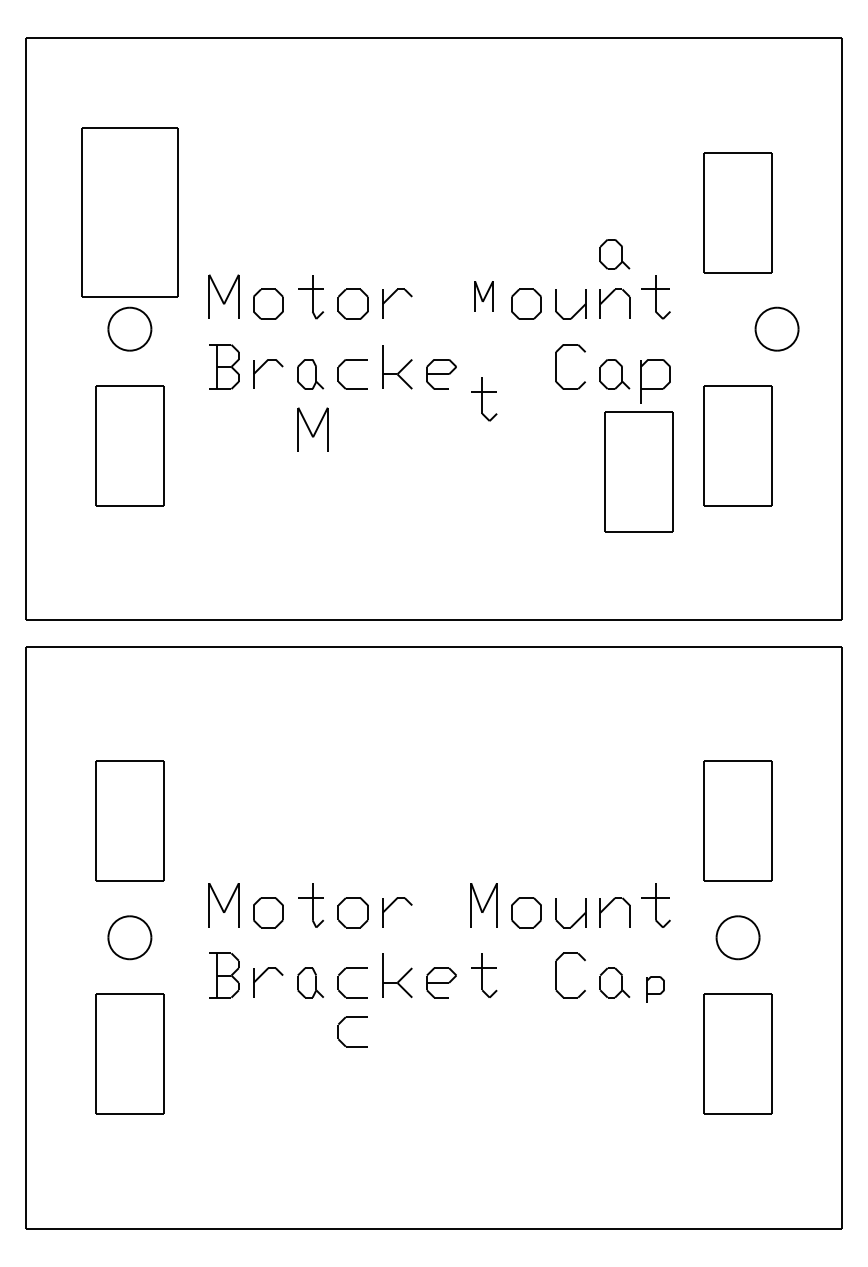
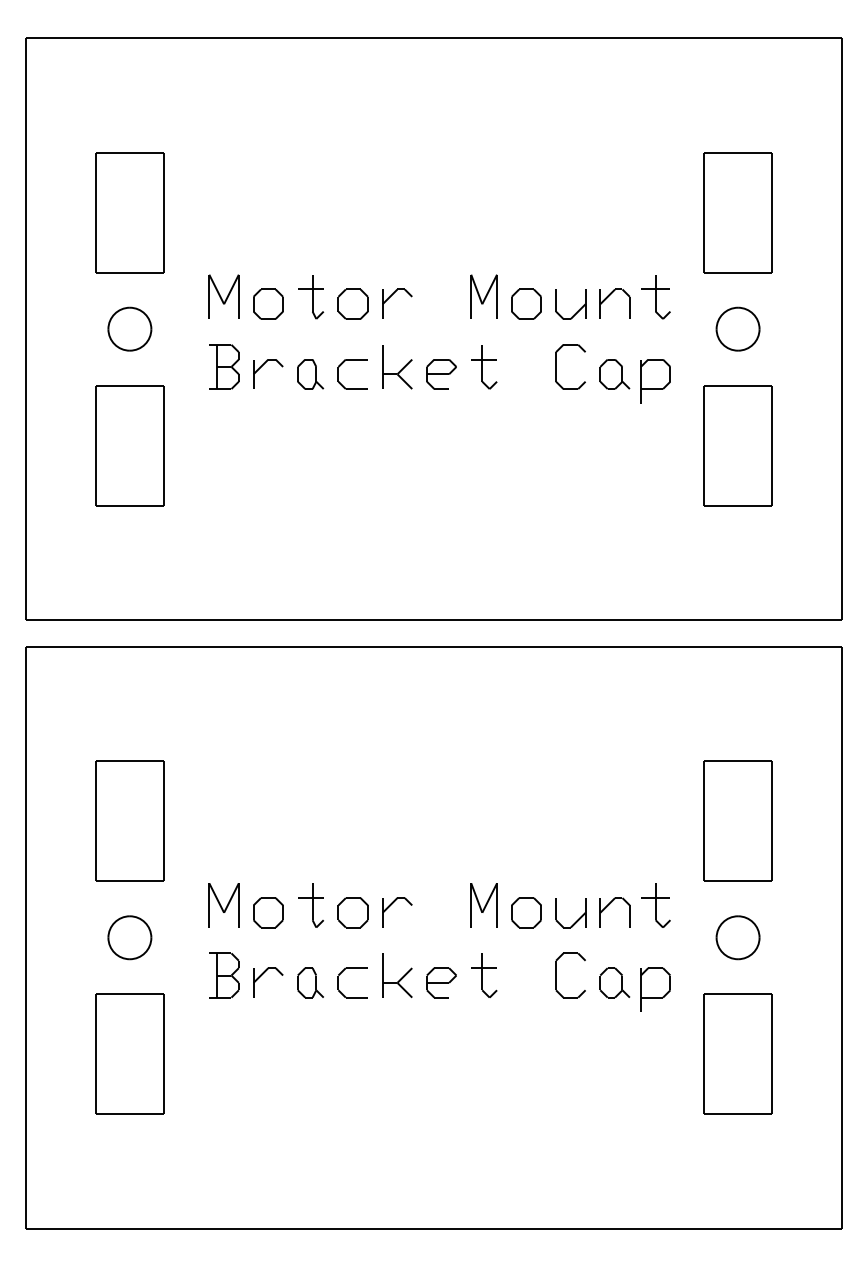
part at (129, 212) size: 98x171 px -> 70x122 px
part at (614, 254): present -> none
part at (483, 296) size: 20x31 px -> 28x45 px
part at (776, 328) position: (776, 328) -> (737, 328)
part at (484, 399) position: (484, 399) -> (484, 367)
part at (312, 429): present -> none
part at (638, 471): present -> none
part at (655, 989) size: 19x27 px -> 31x45 px
part at (352, 1017): present -> none
